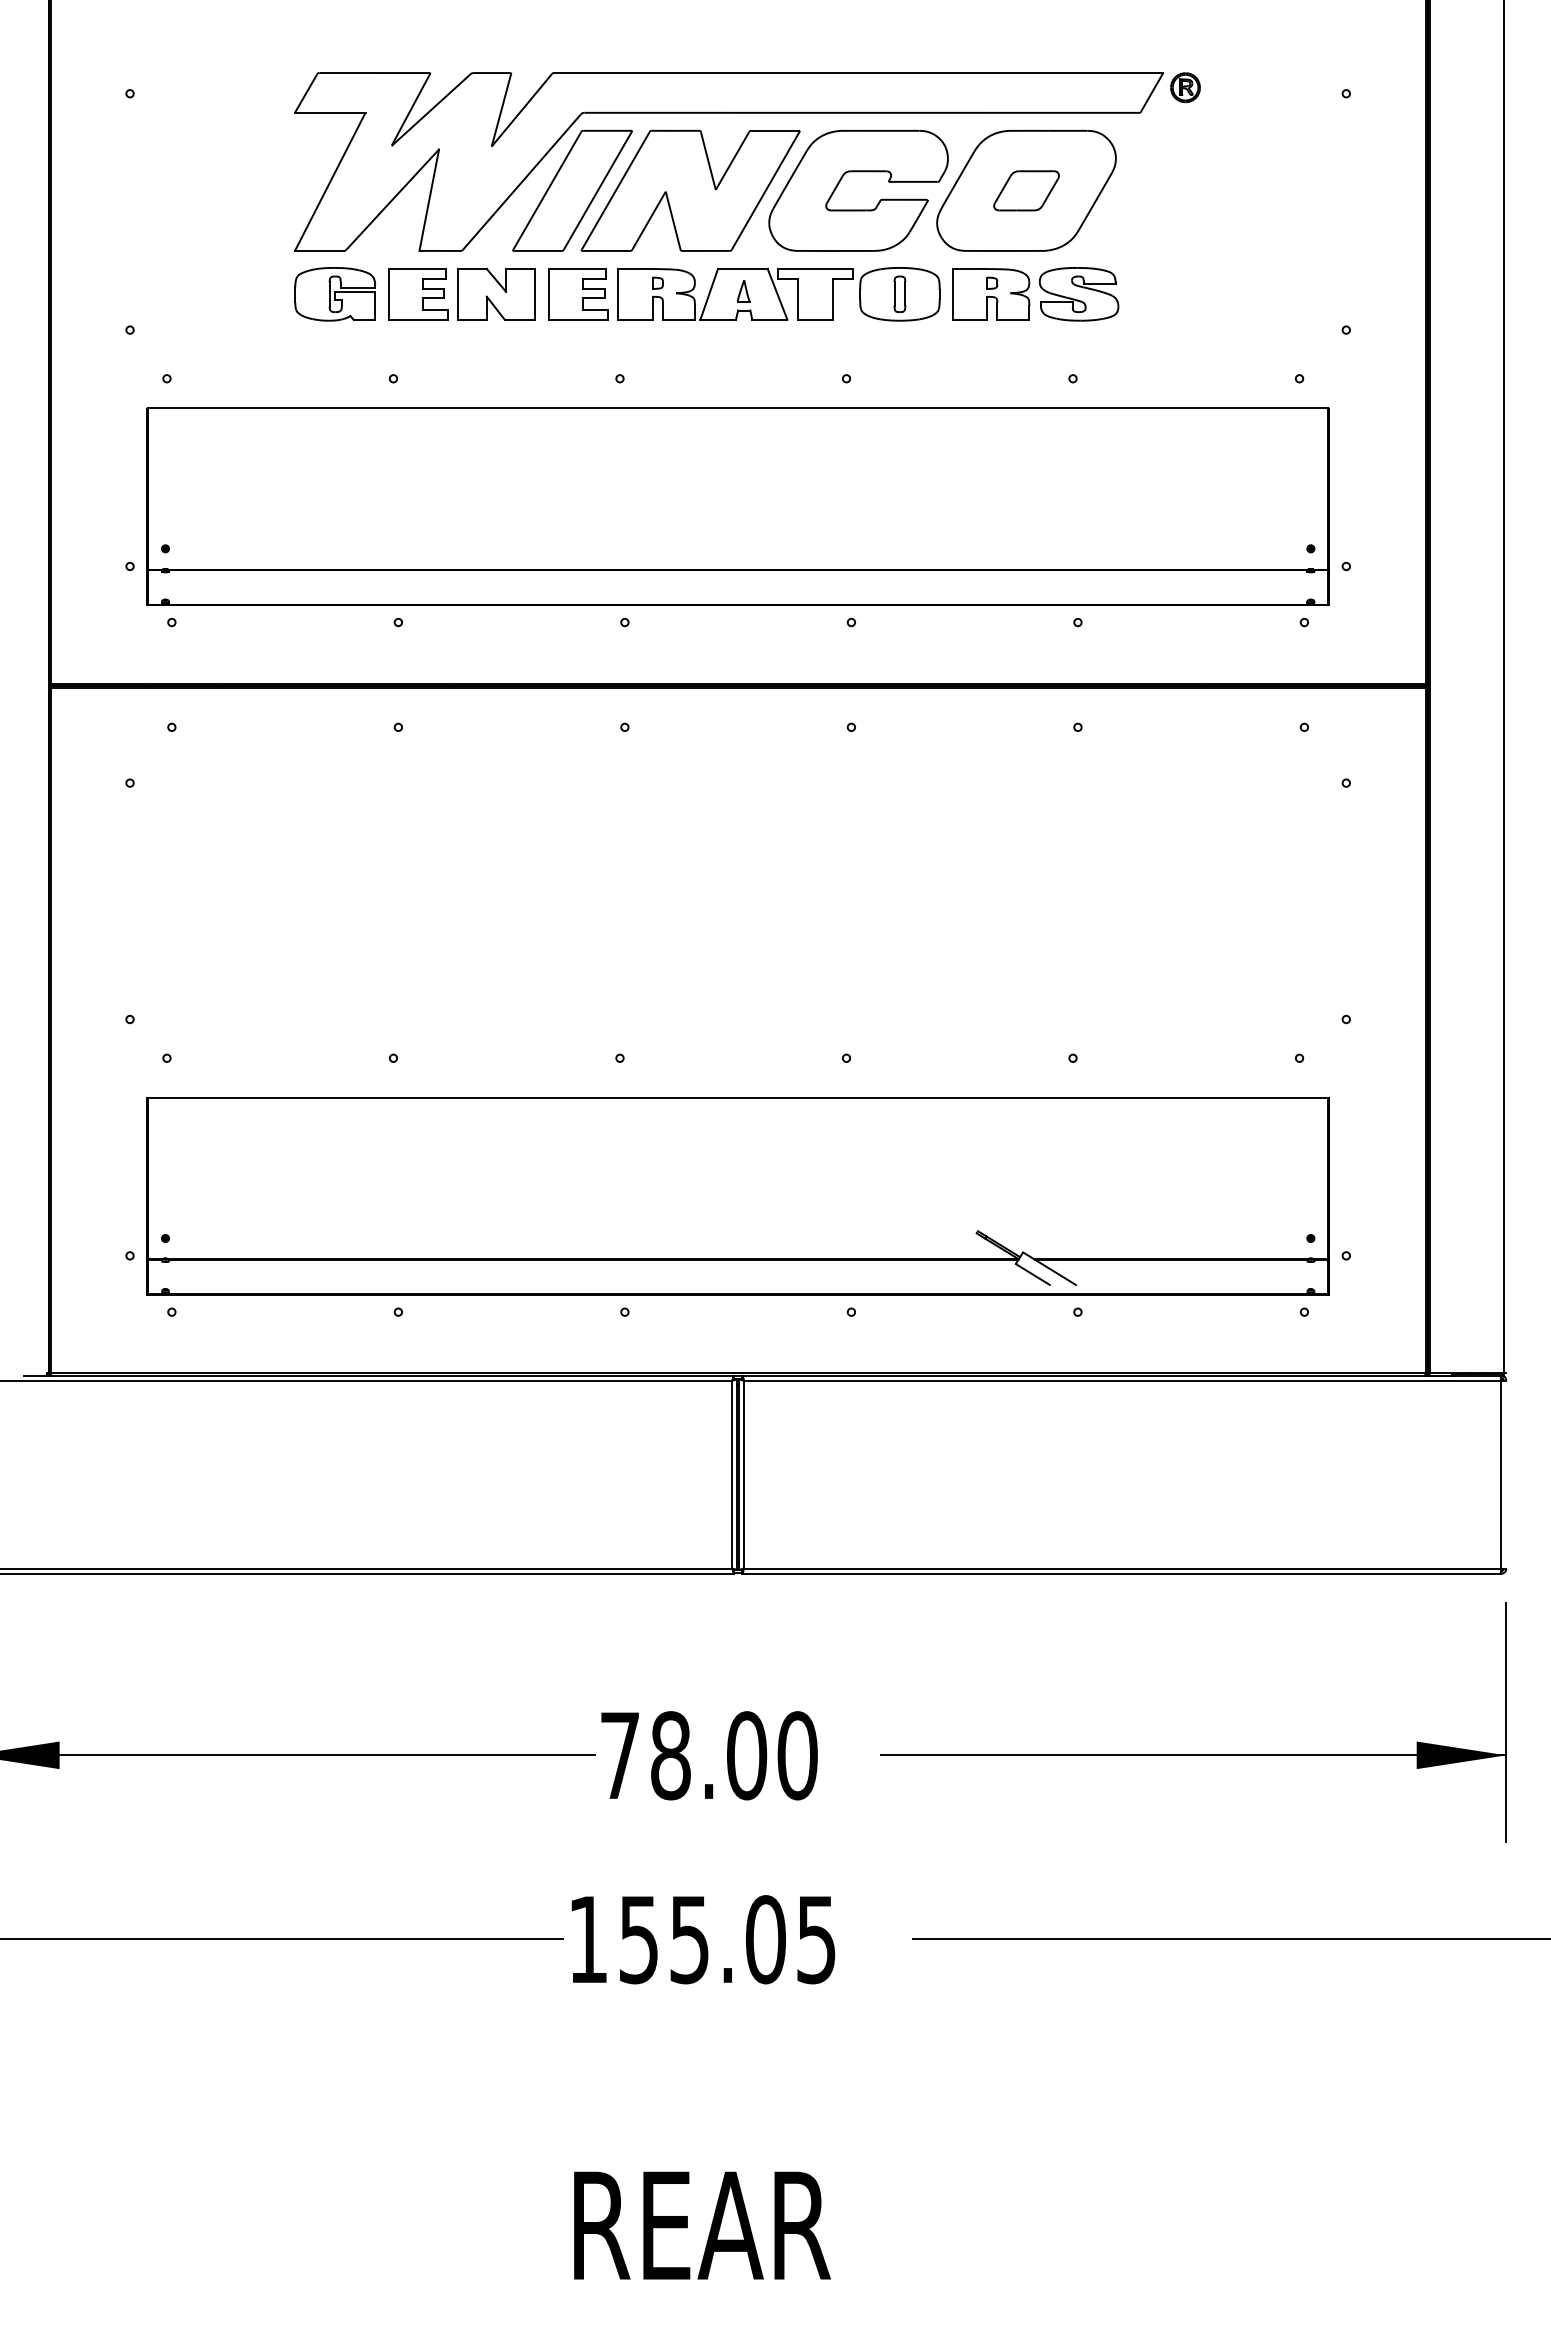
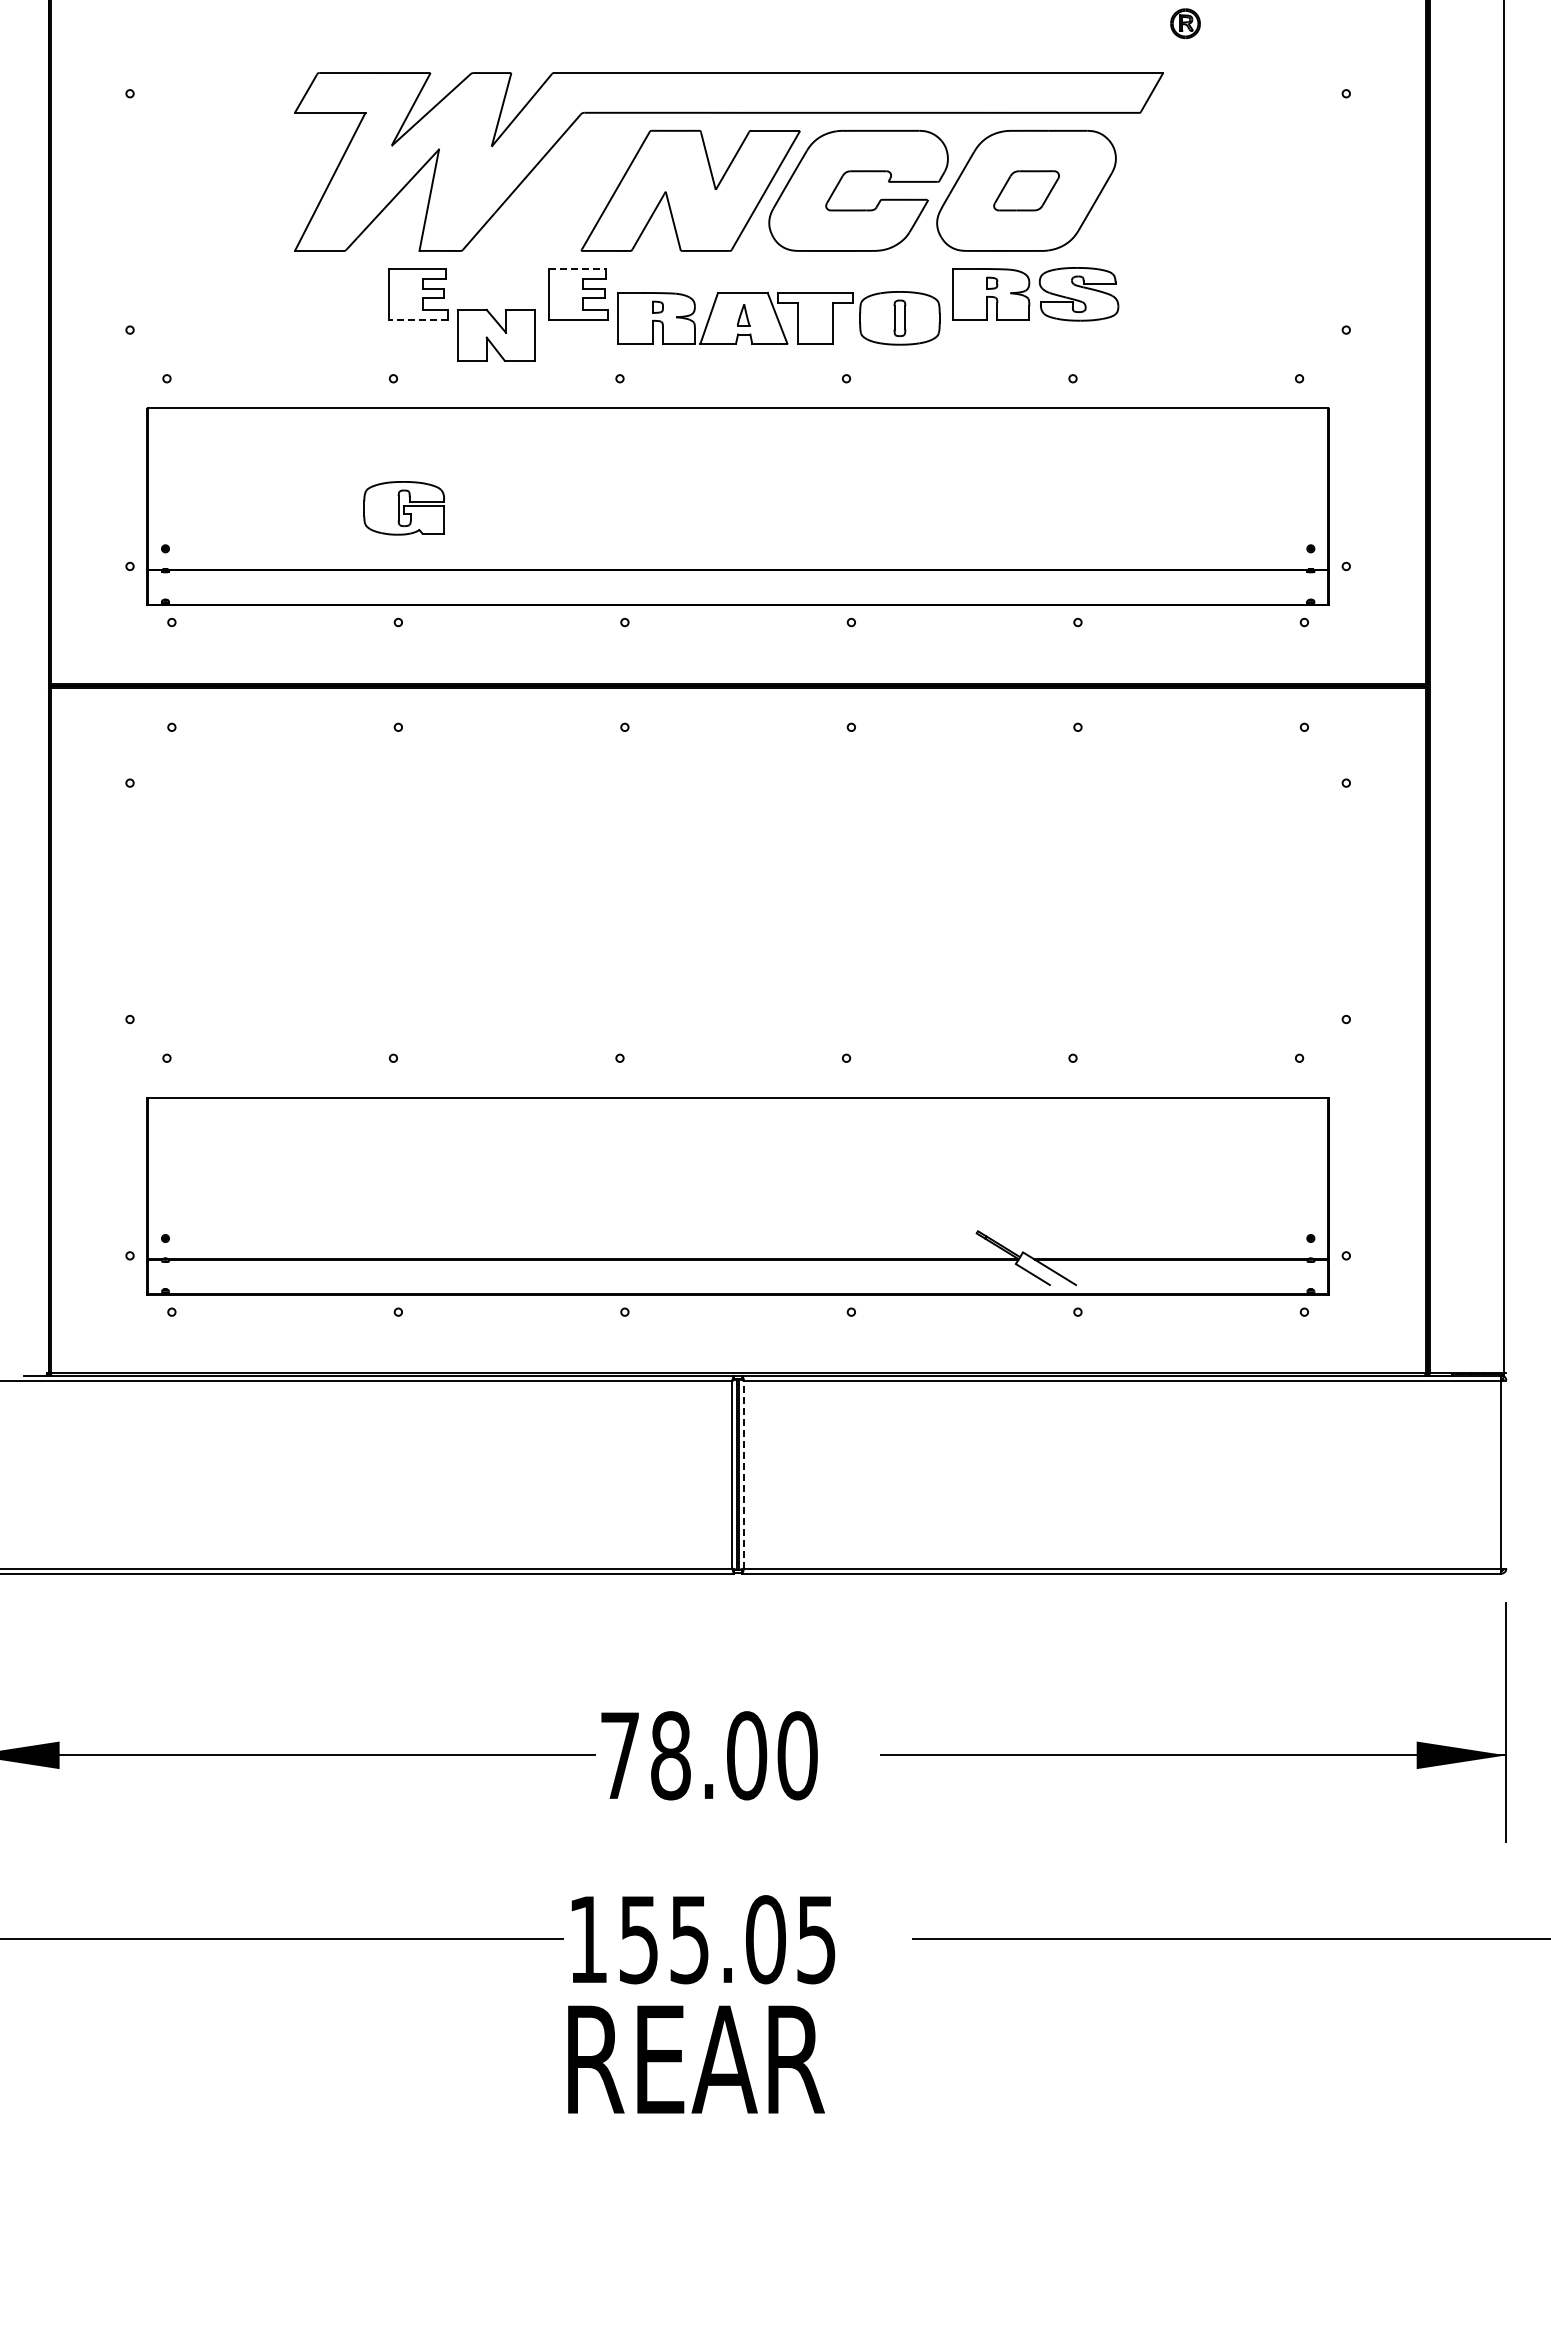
part at (1185, 87) position: (1185, 87) -> (1185, 23)
part at (572, 190): present -> none
line at (577, 269): solid -> dashed
part at (335, 294) position: (335, 294) -> (404, 508)
part at (496, 294) position: (496, 294) -> (496, 335)
part at (778, 294) position: (778, 294) -> (778, 318)
line at (418, 319): solid -> dashed
line at (743, 1474): solid -> dashed
text at (702, 2225) position: (702, 2225) -> (696, 2059)
